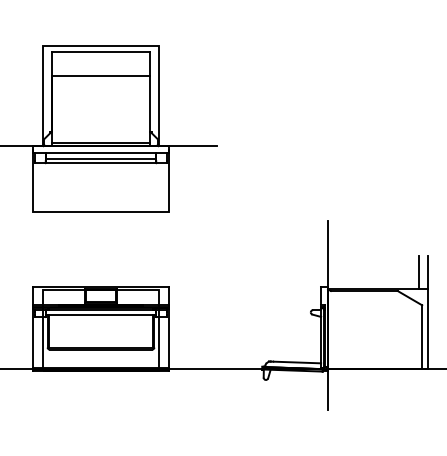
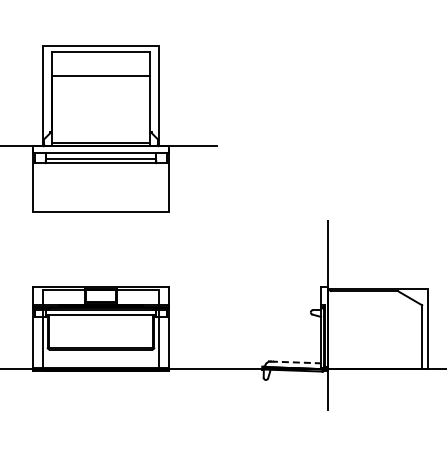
line at (418, 272): present -> none
line at (427, 272): present -> none
line at (296, 362): solid -> dashed
